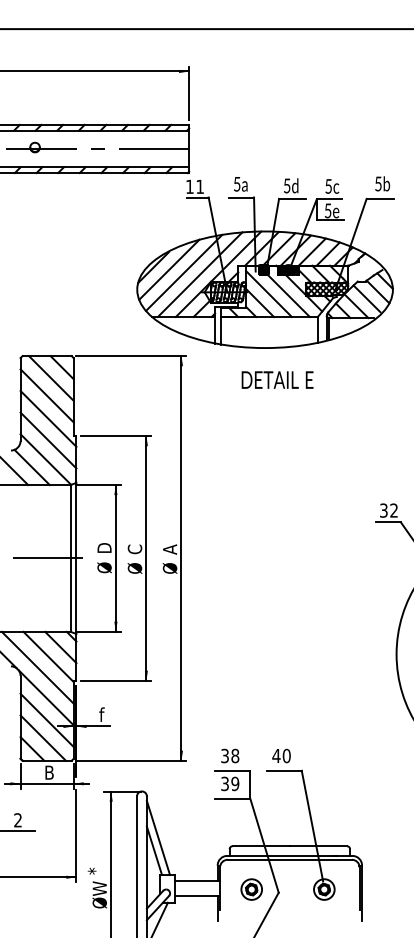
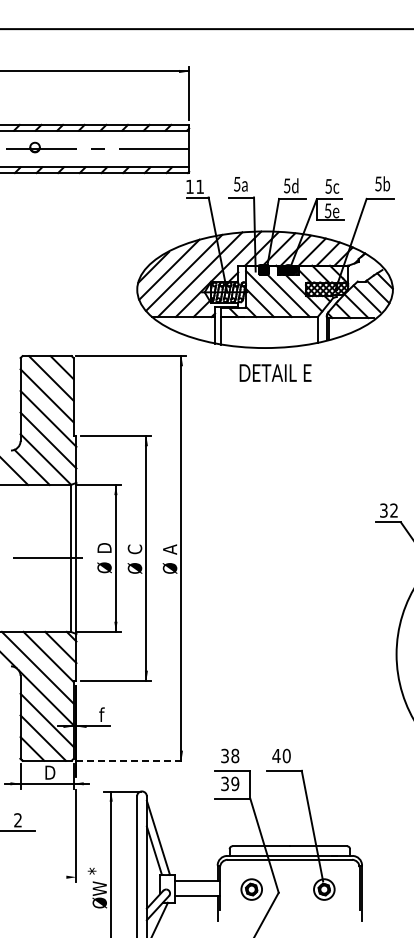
text at (277, 379) position: (277, 379) -> (275, 372)
line at (131, 760): solid -> dashed
text at (51, 772): B -> D
line at (39, 877): present -> none
